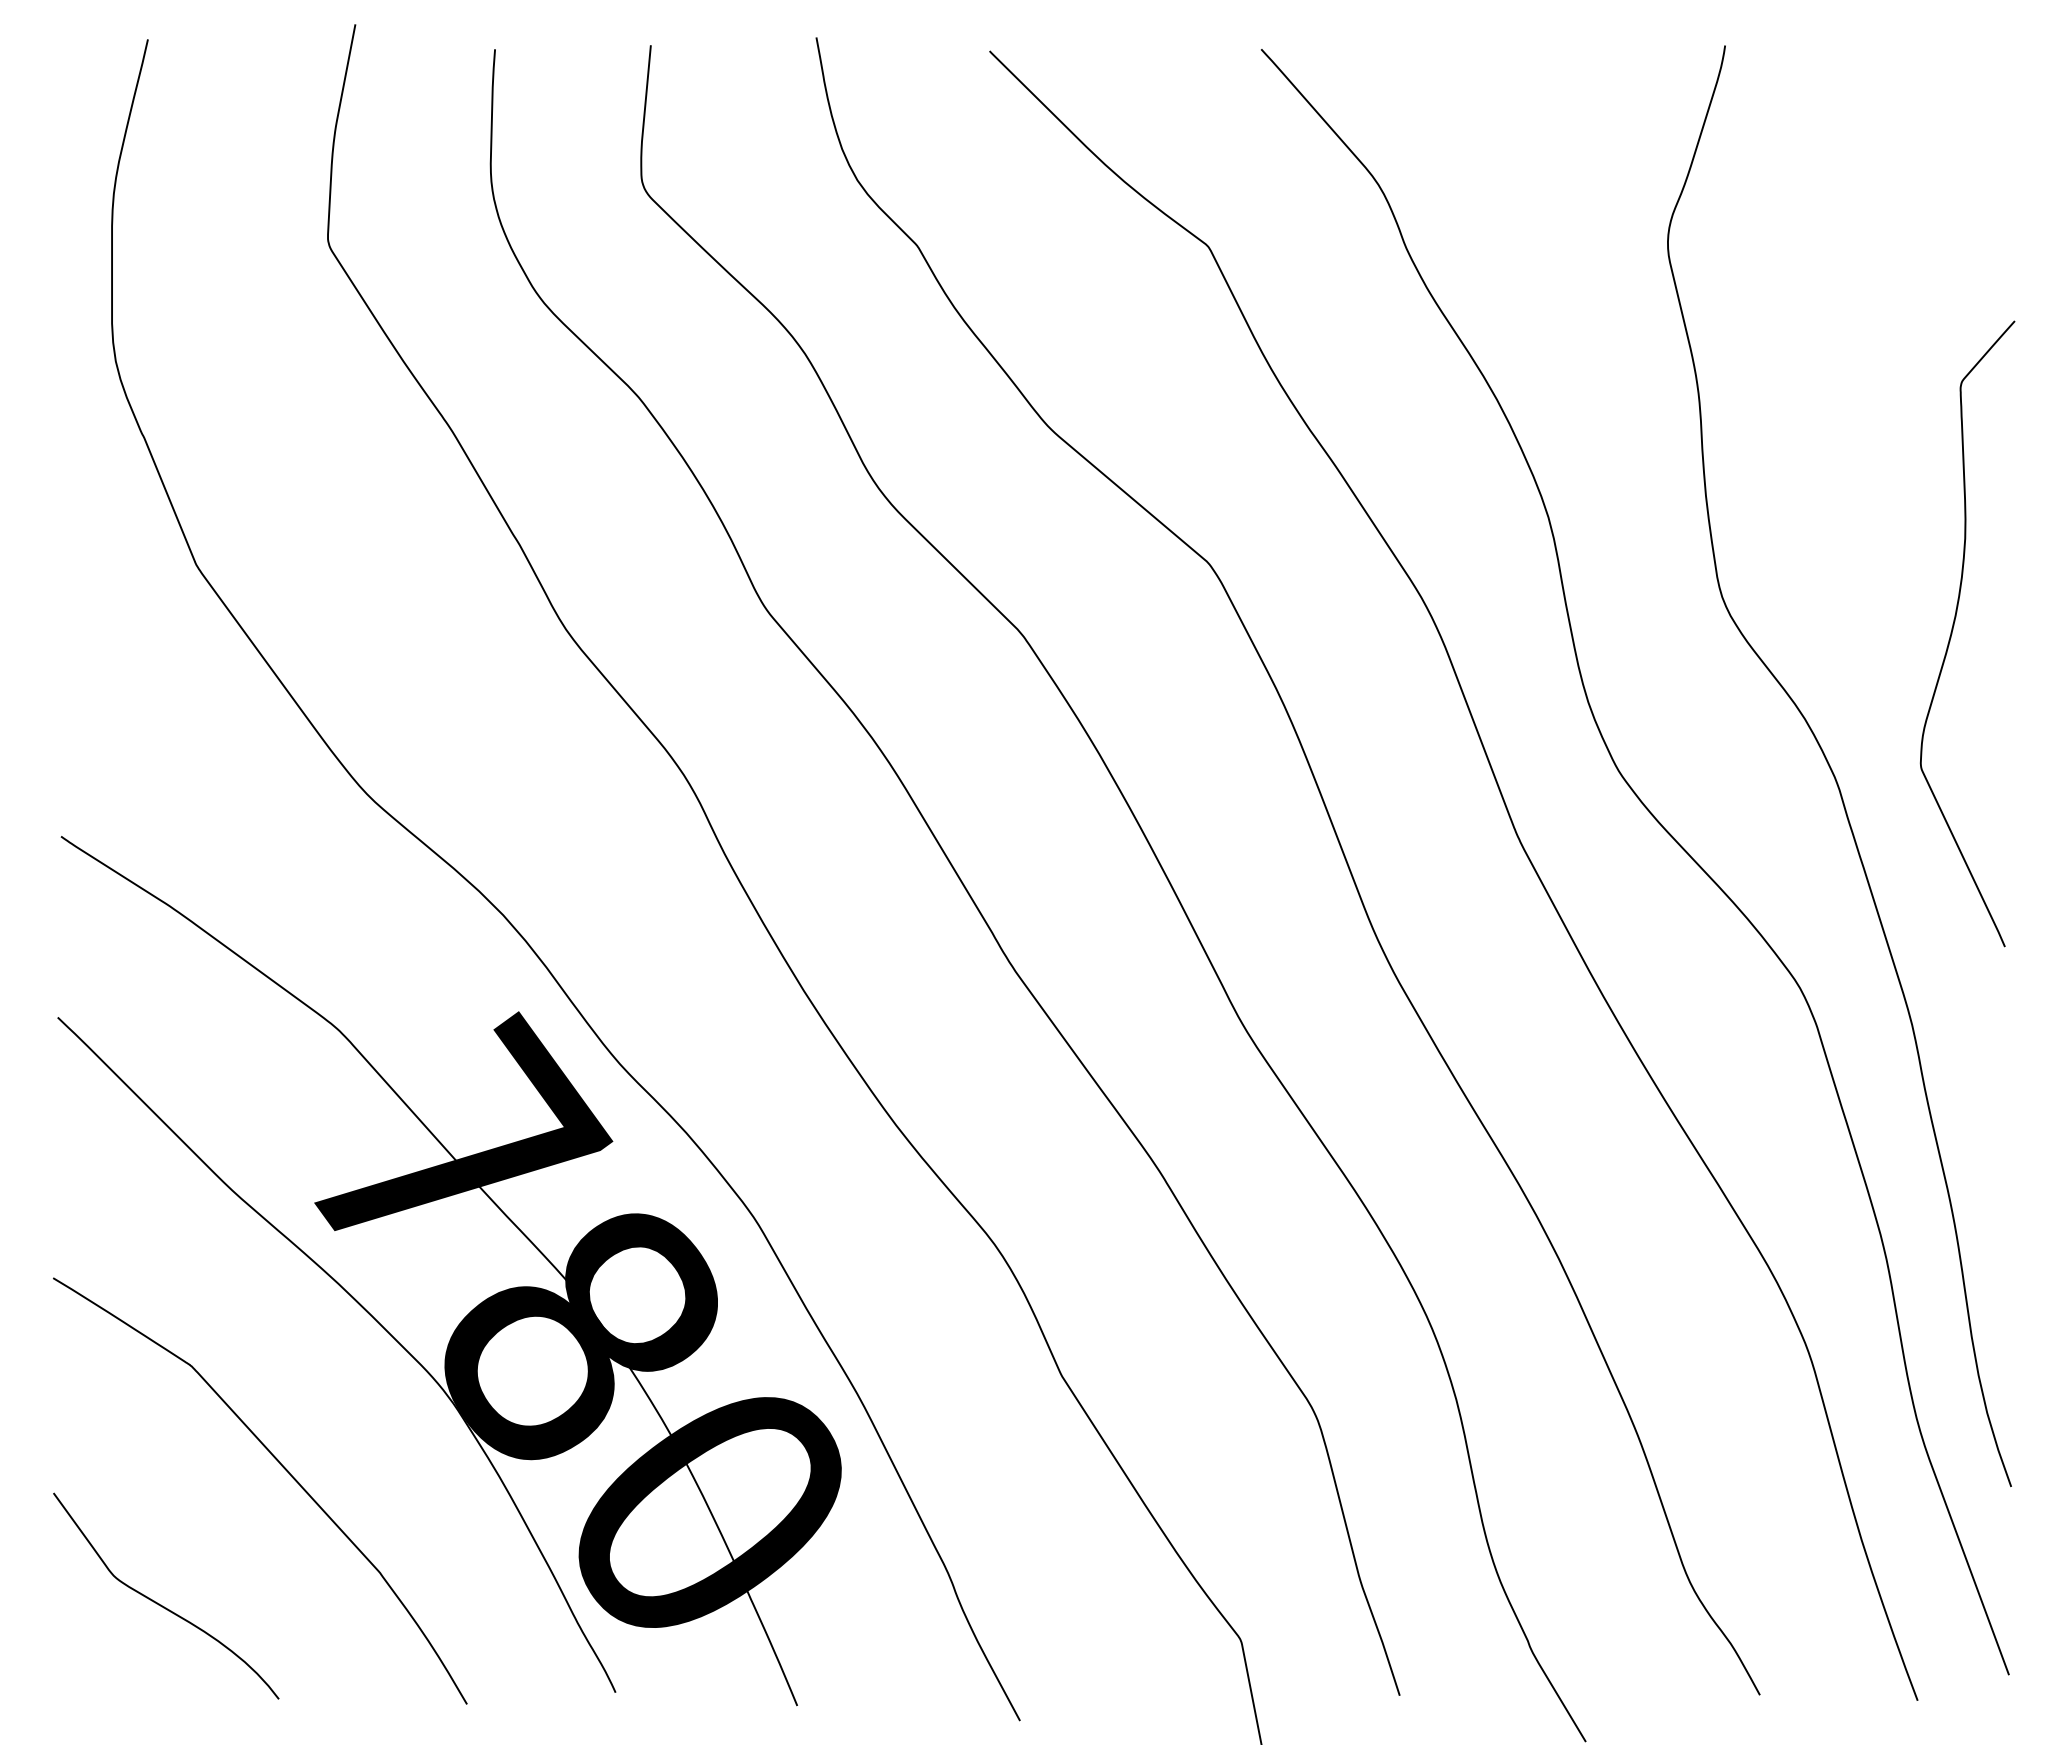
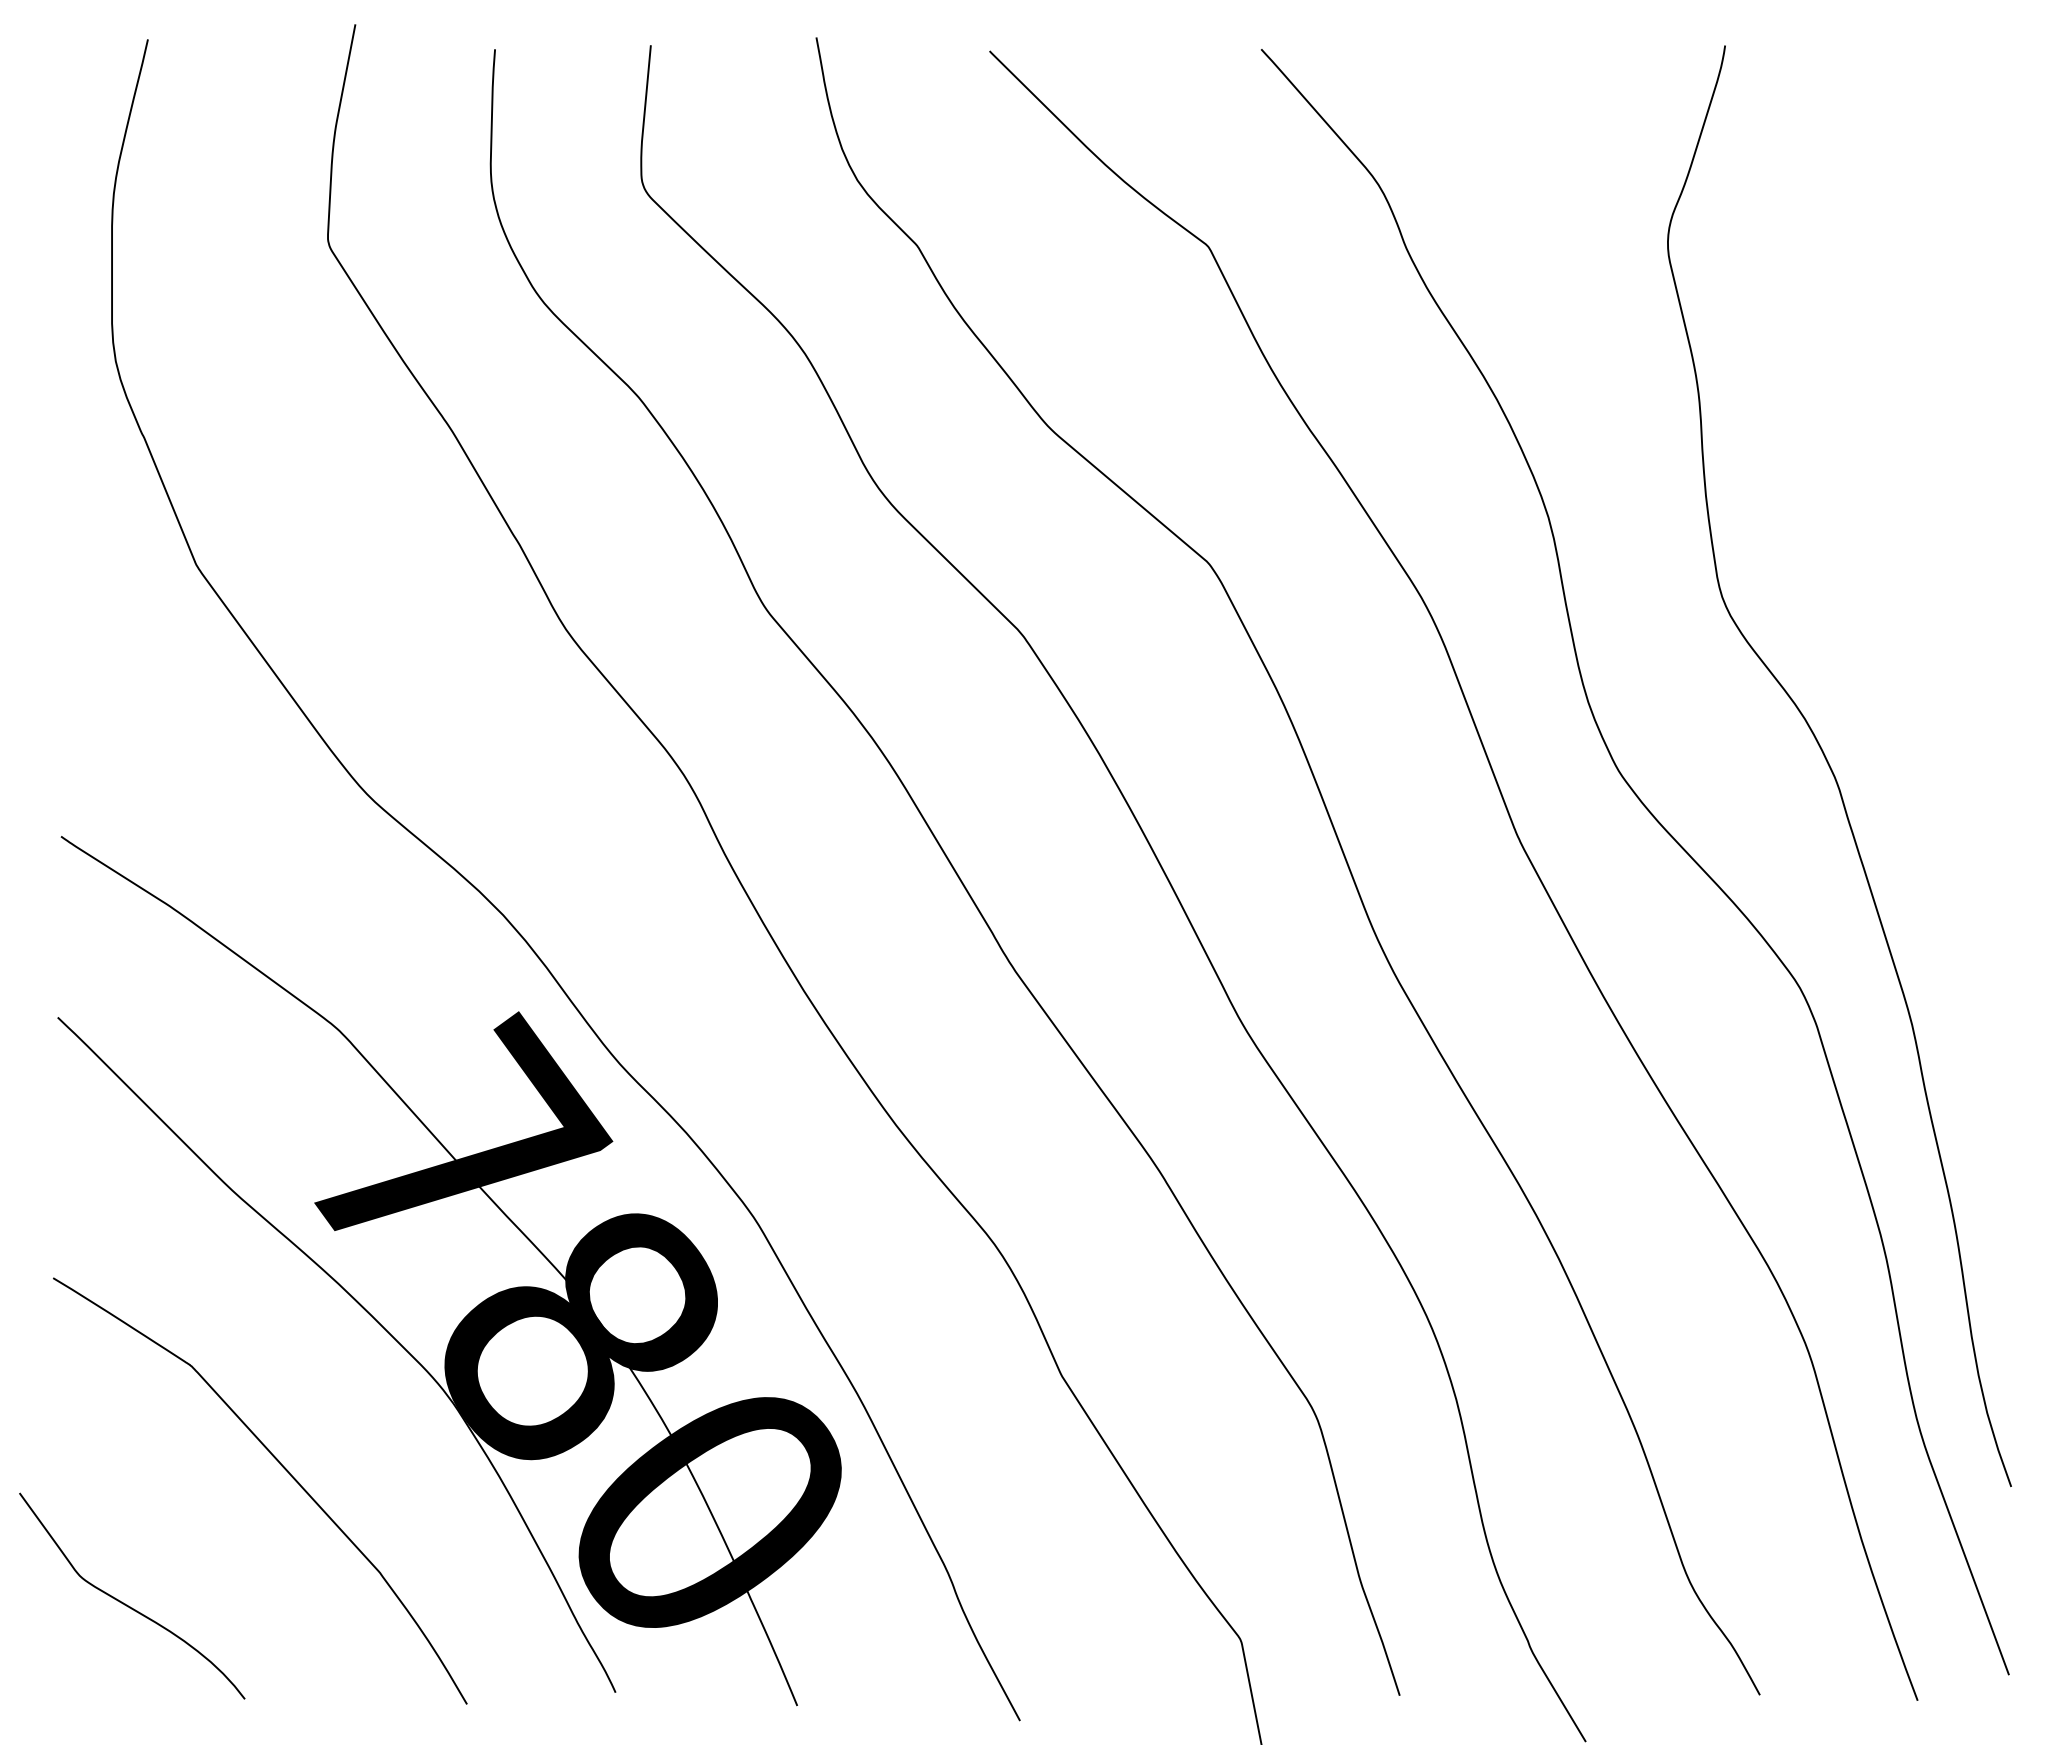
curve at (1953, 630): present -> none
curve at (161, 1604) position: (161, 1604) -> (127, 1604)
